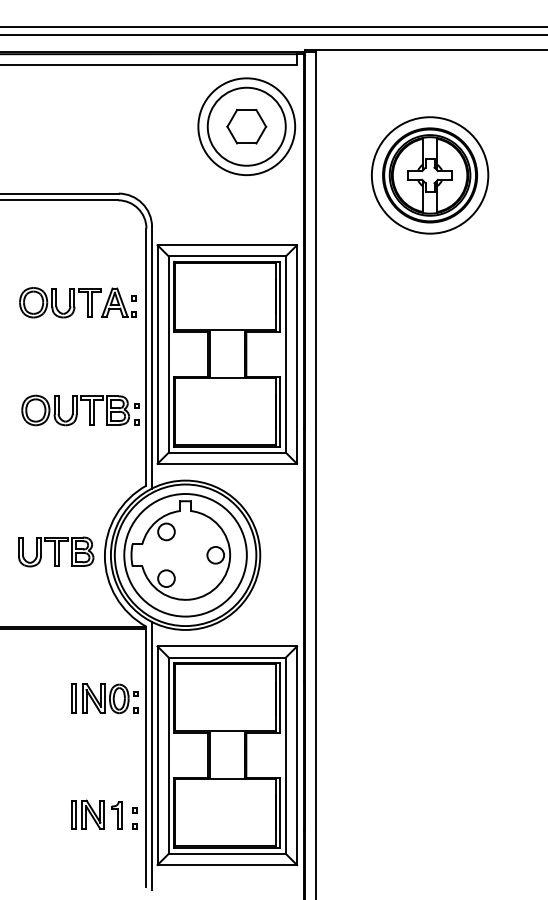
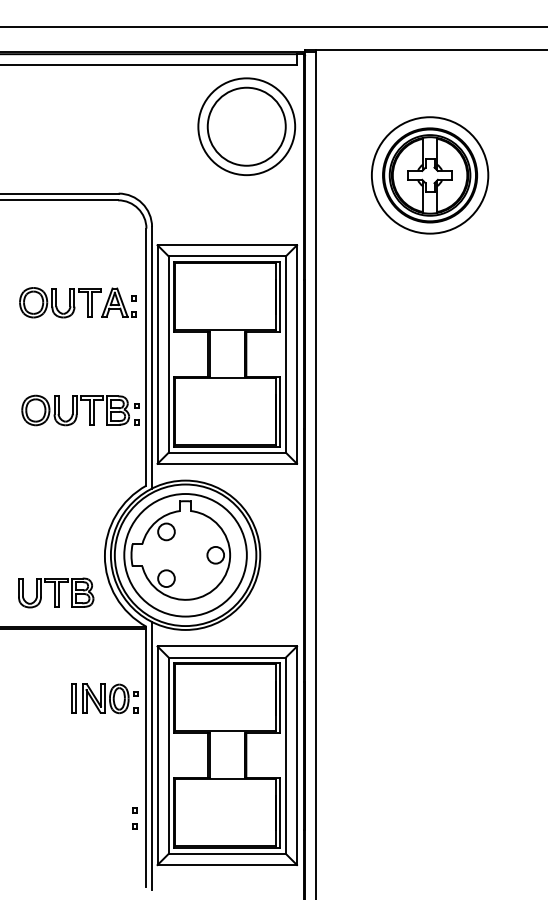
line at (273, 34): present -> none
part at (246, 126): present -> none
part at (56, 551) position: (56, 551) -> (56, 592)
part at (96, 814): present -> none
